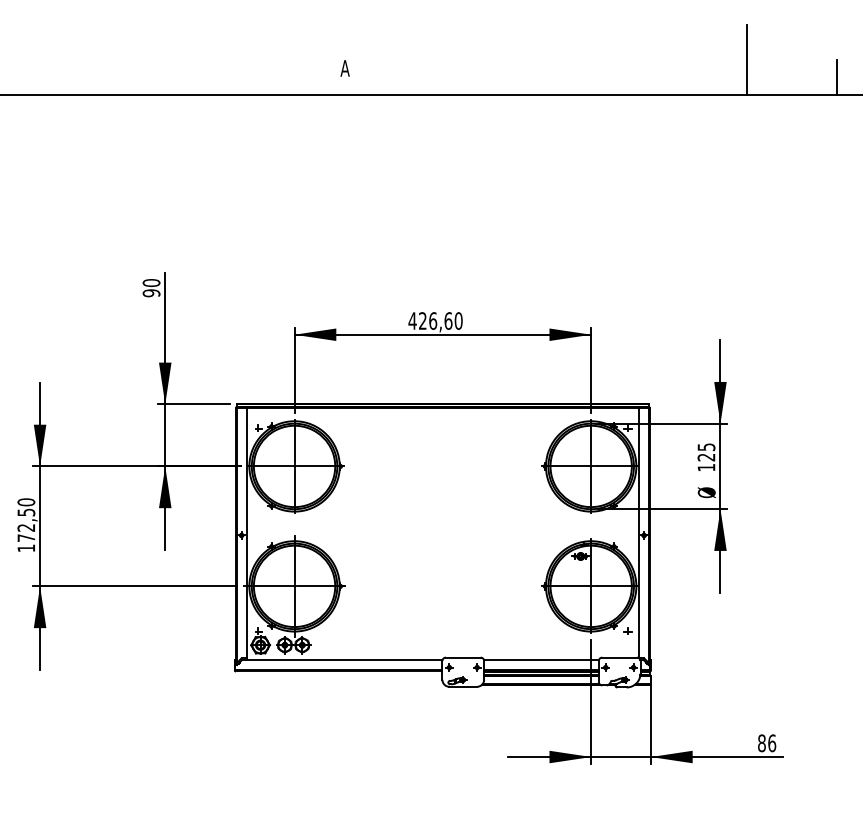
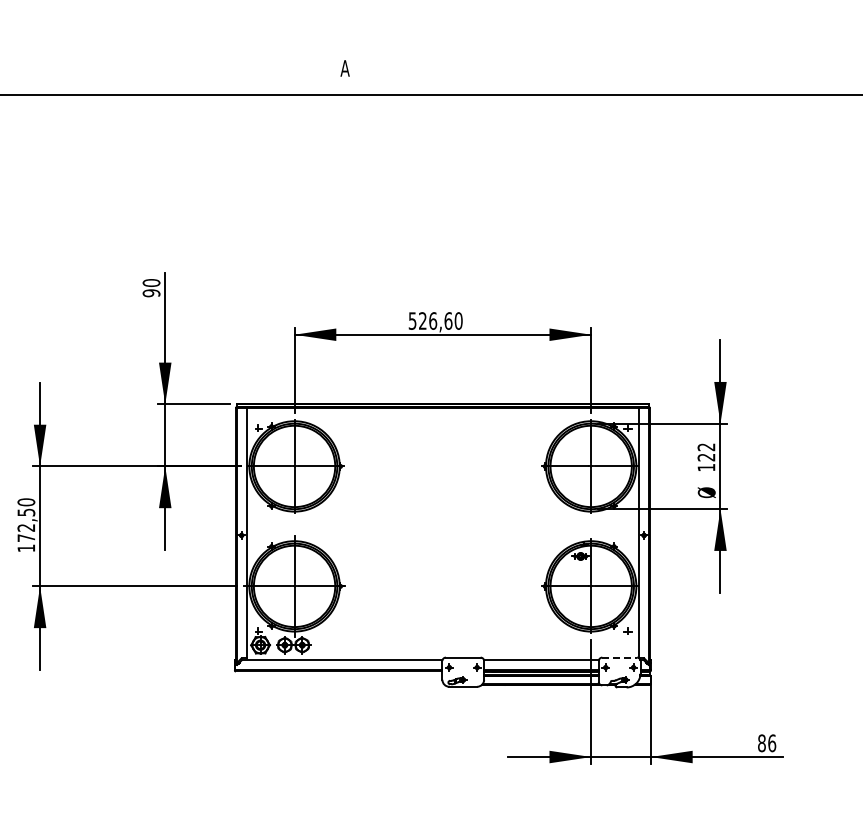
line at (746, 59): present -> none
line at (837, 76): present -> none
text at (412, 320): 426,60 -> 526,60
text at (706, 447): 125 -> 122
line at (620, 657): solid -> dashed
